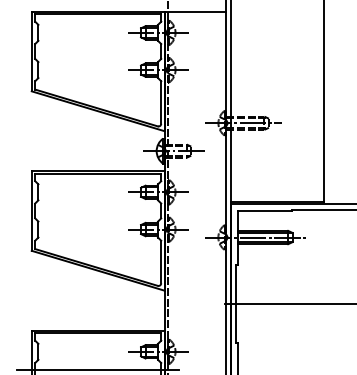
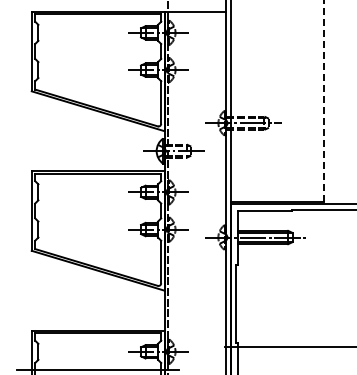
line at (324, 100): solid -> dashed
line at (288, 304) position: (288, 304) -> (288, 347)
